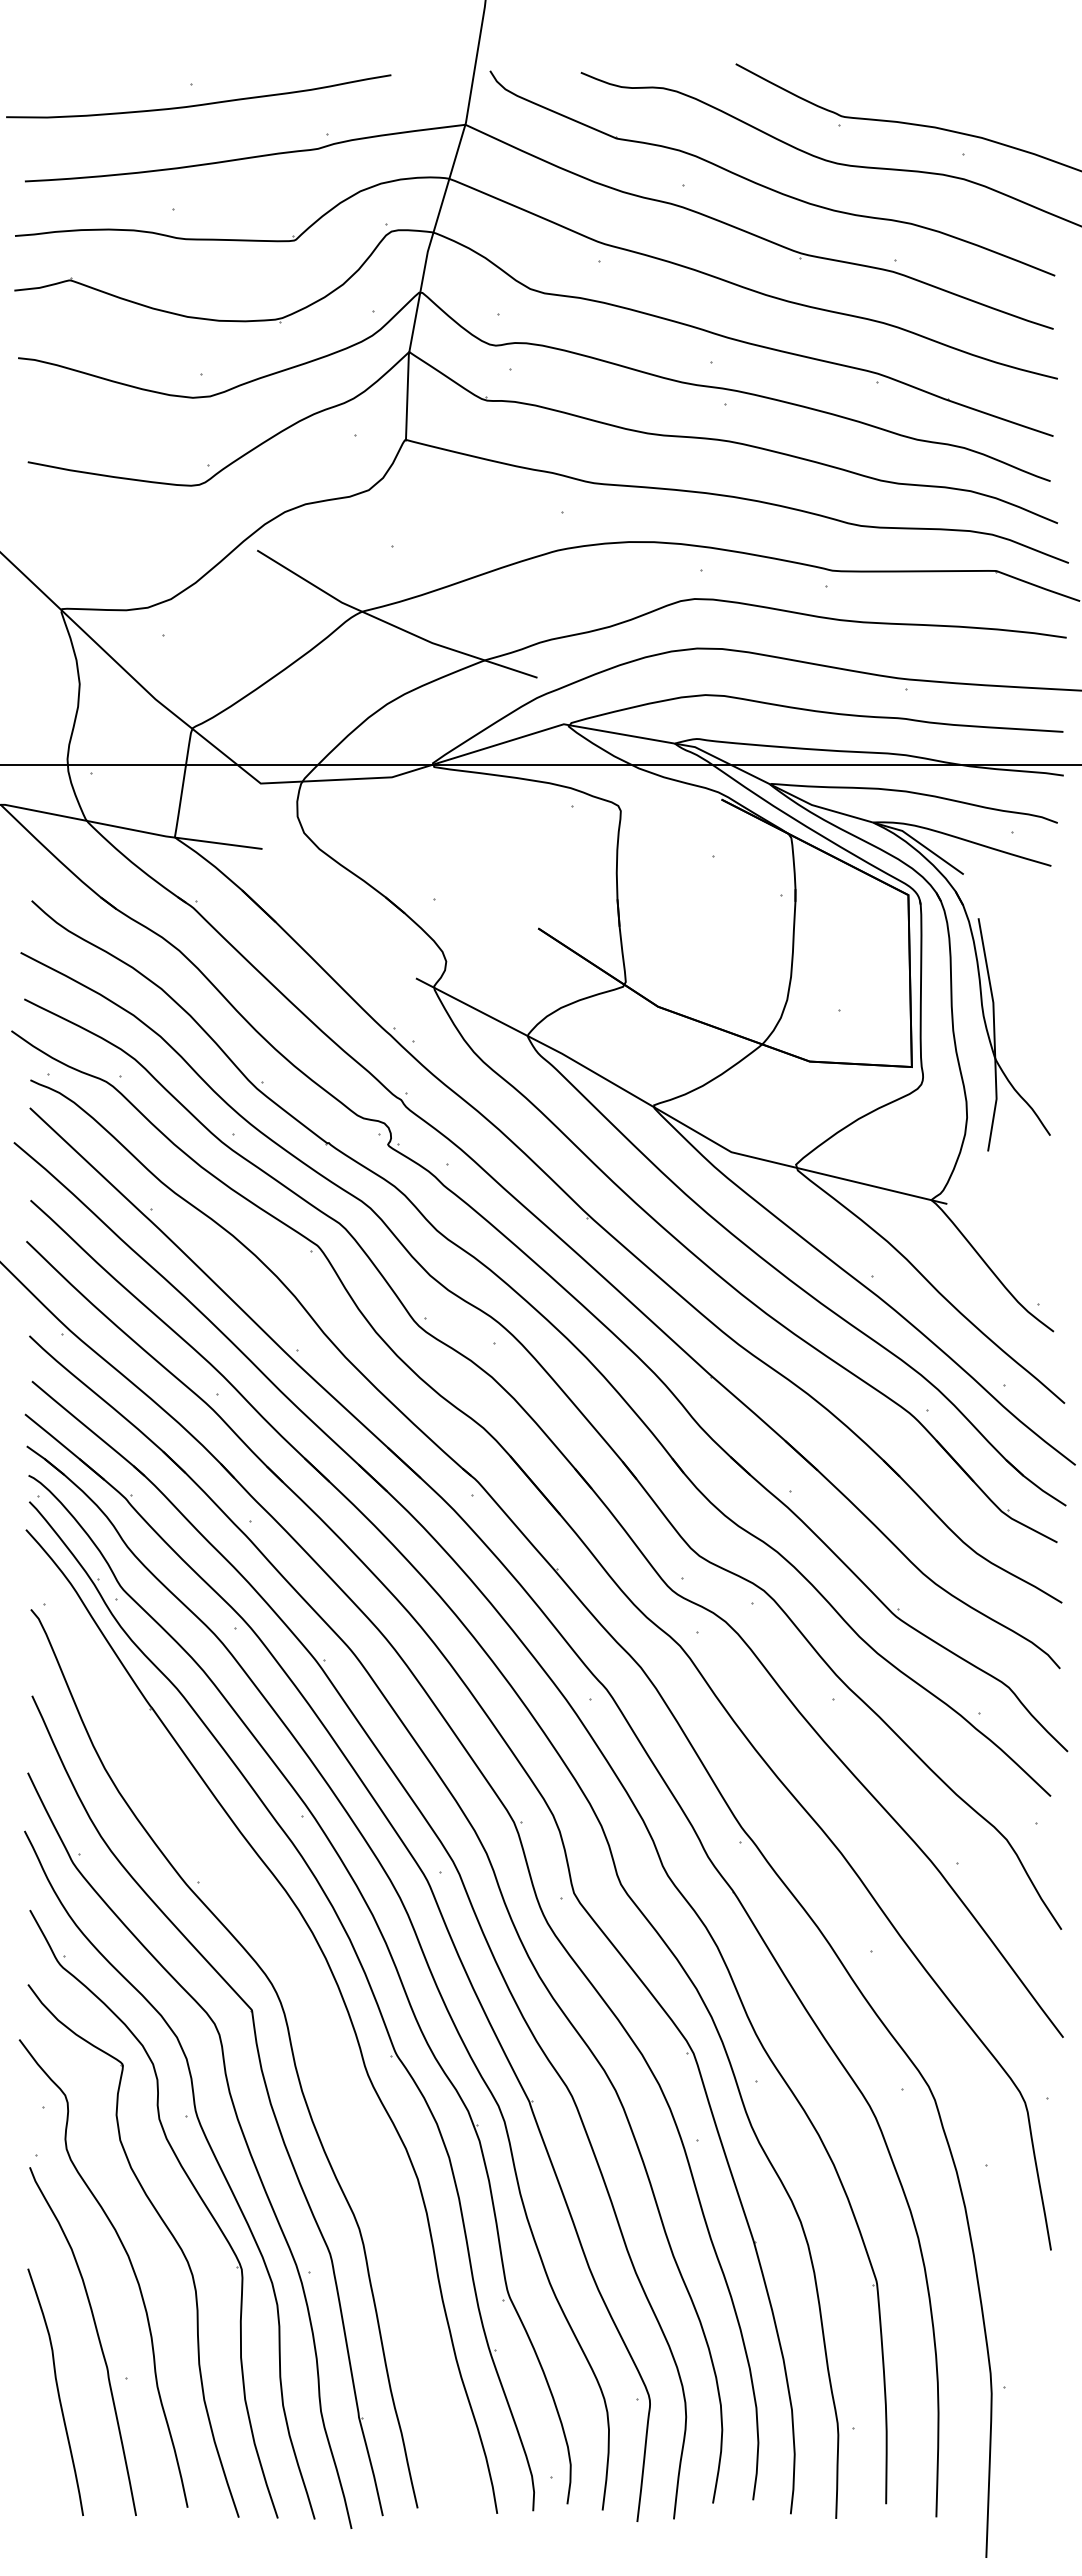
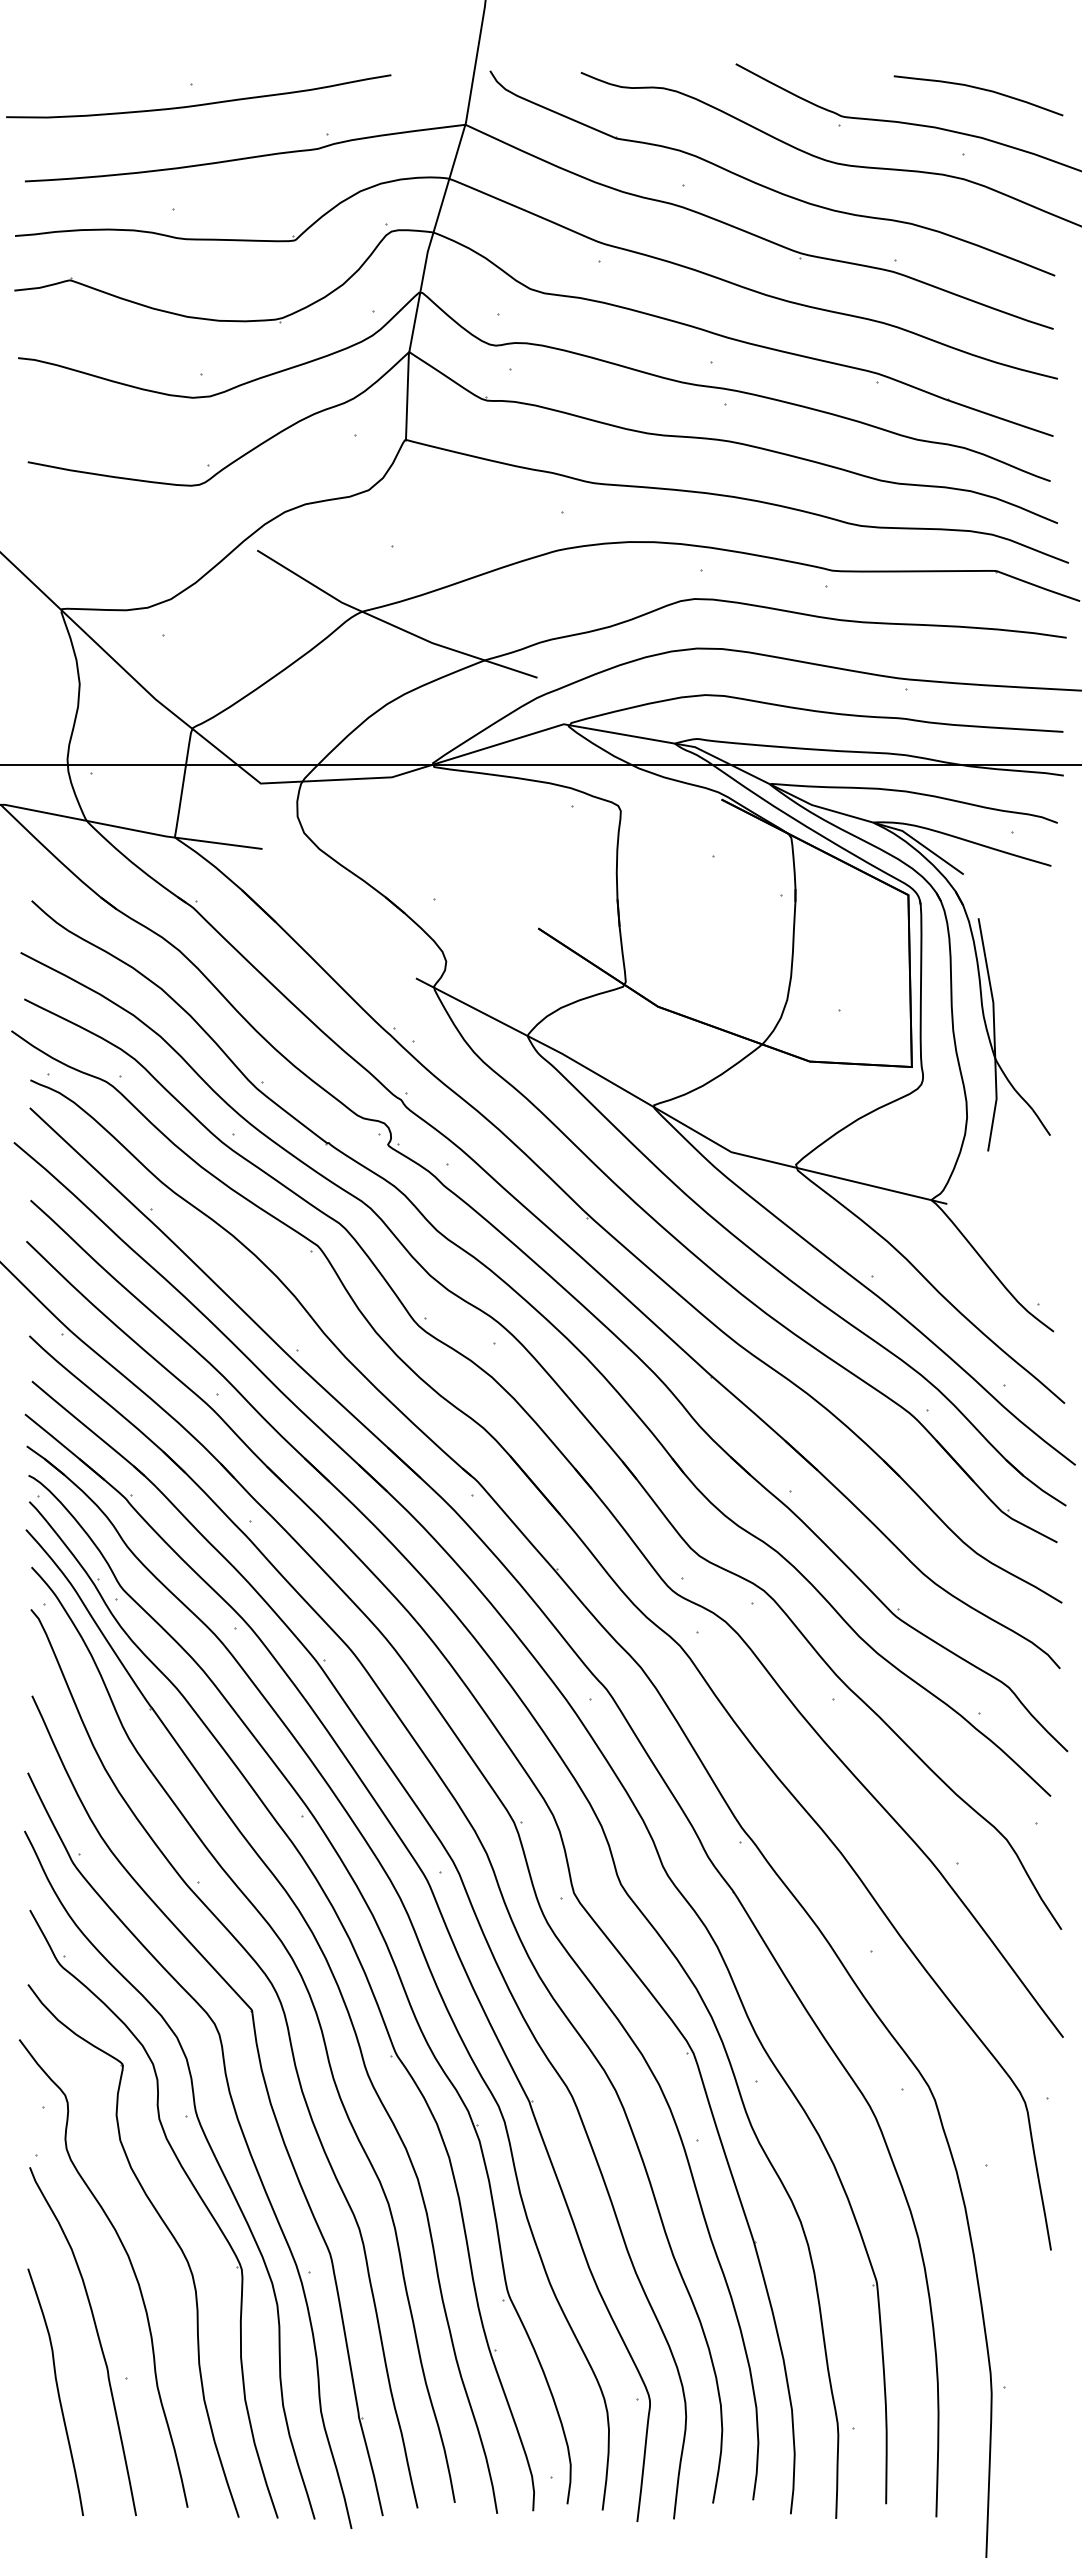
curve at (978, 89): none -> present
curve at (312, 2006): none -> present
